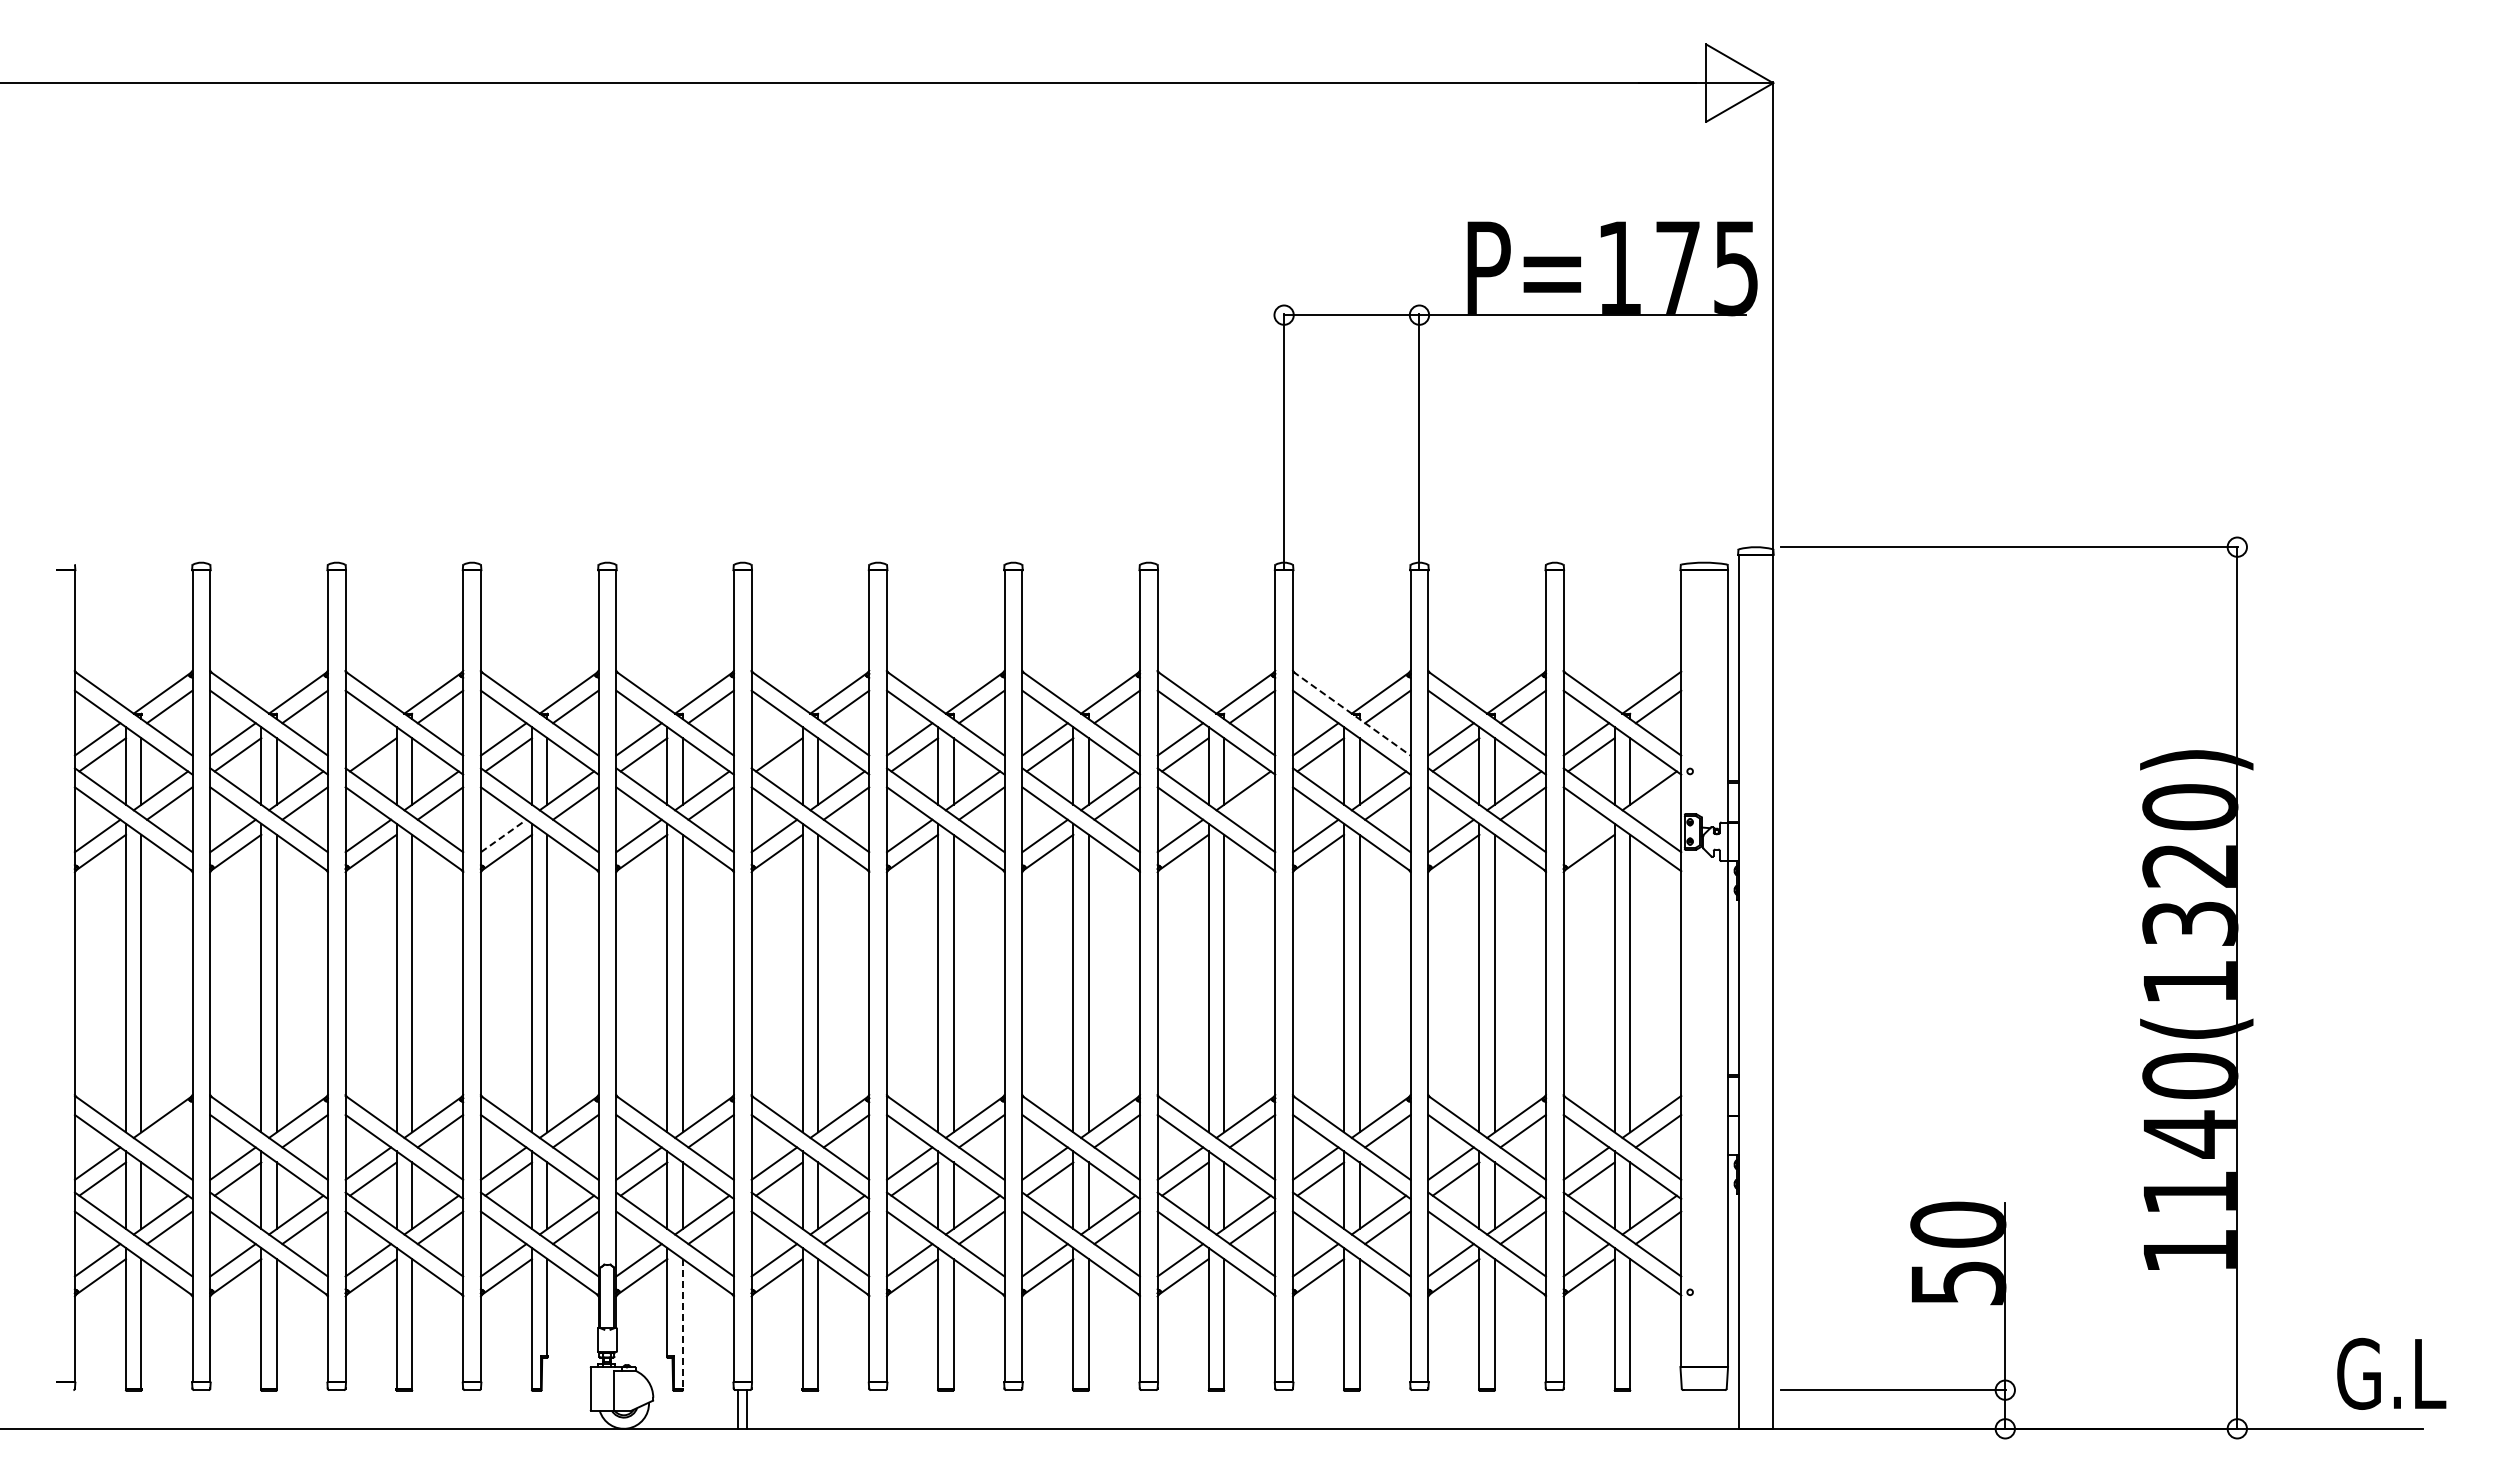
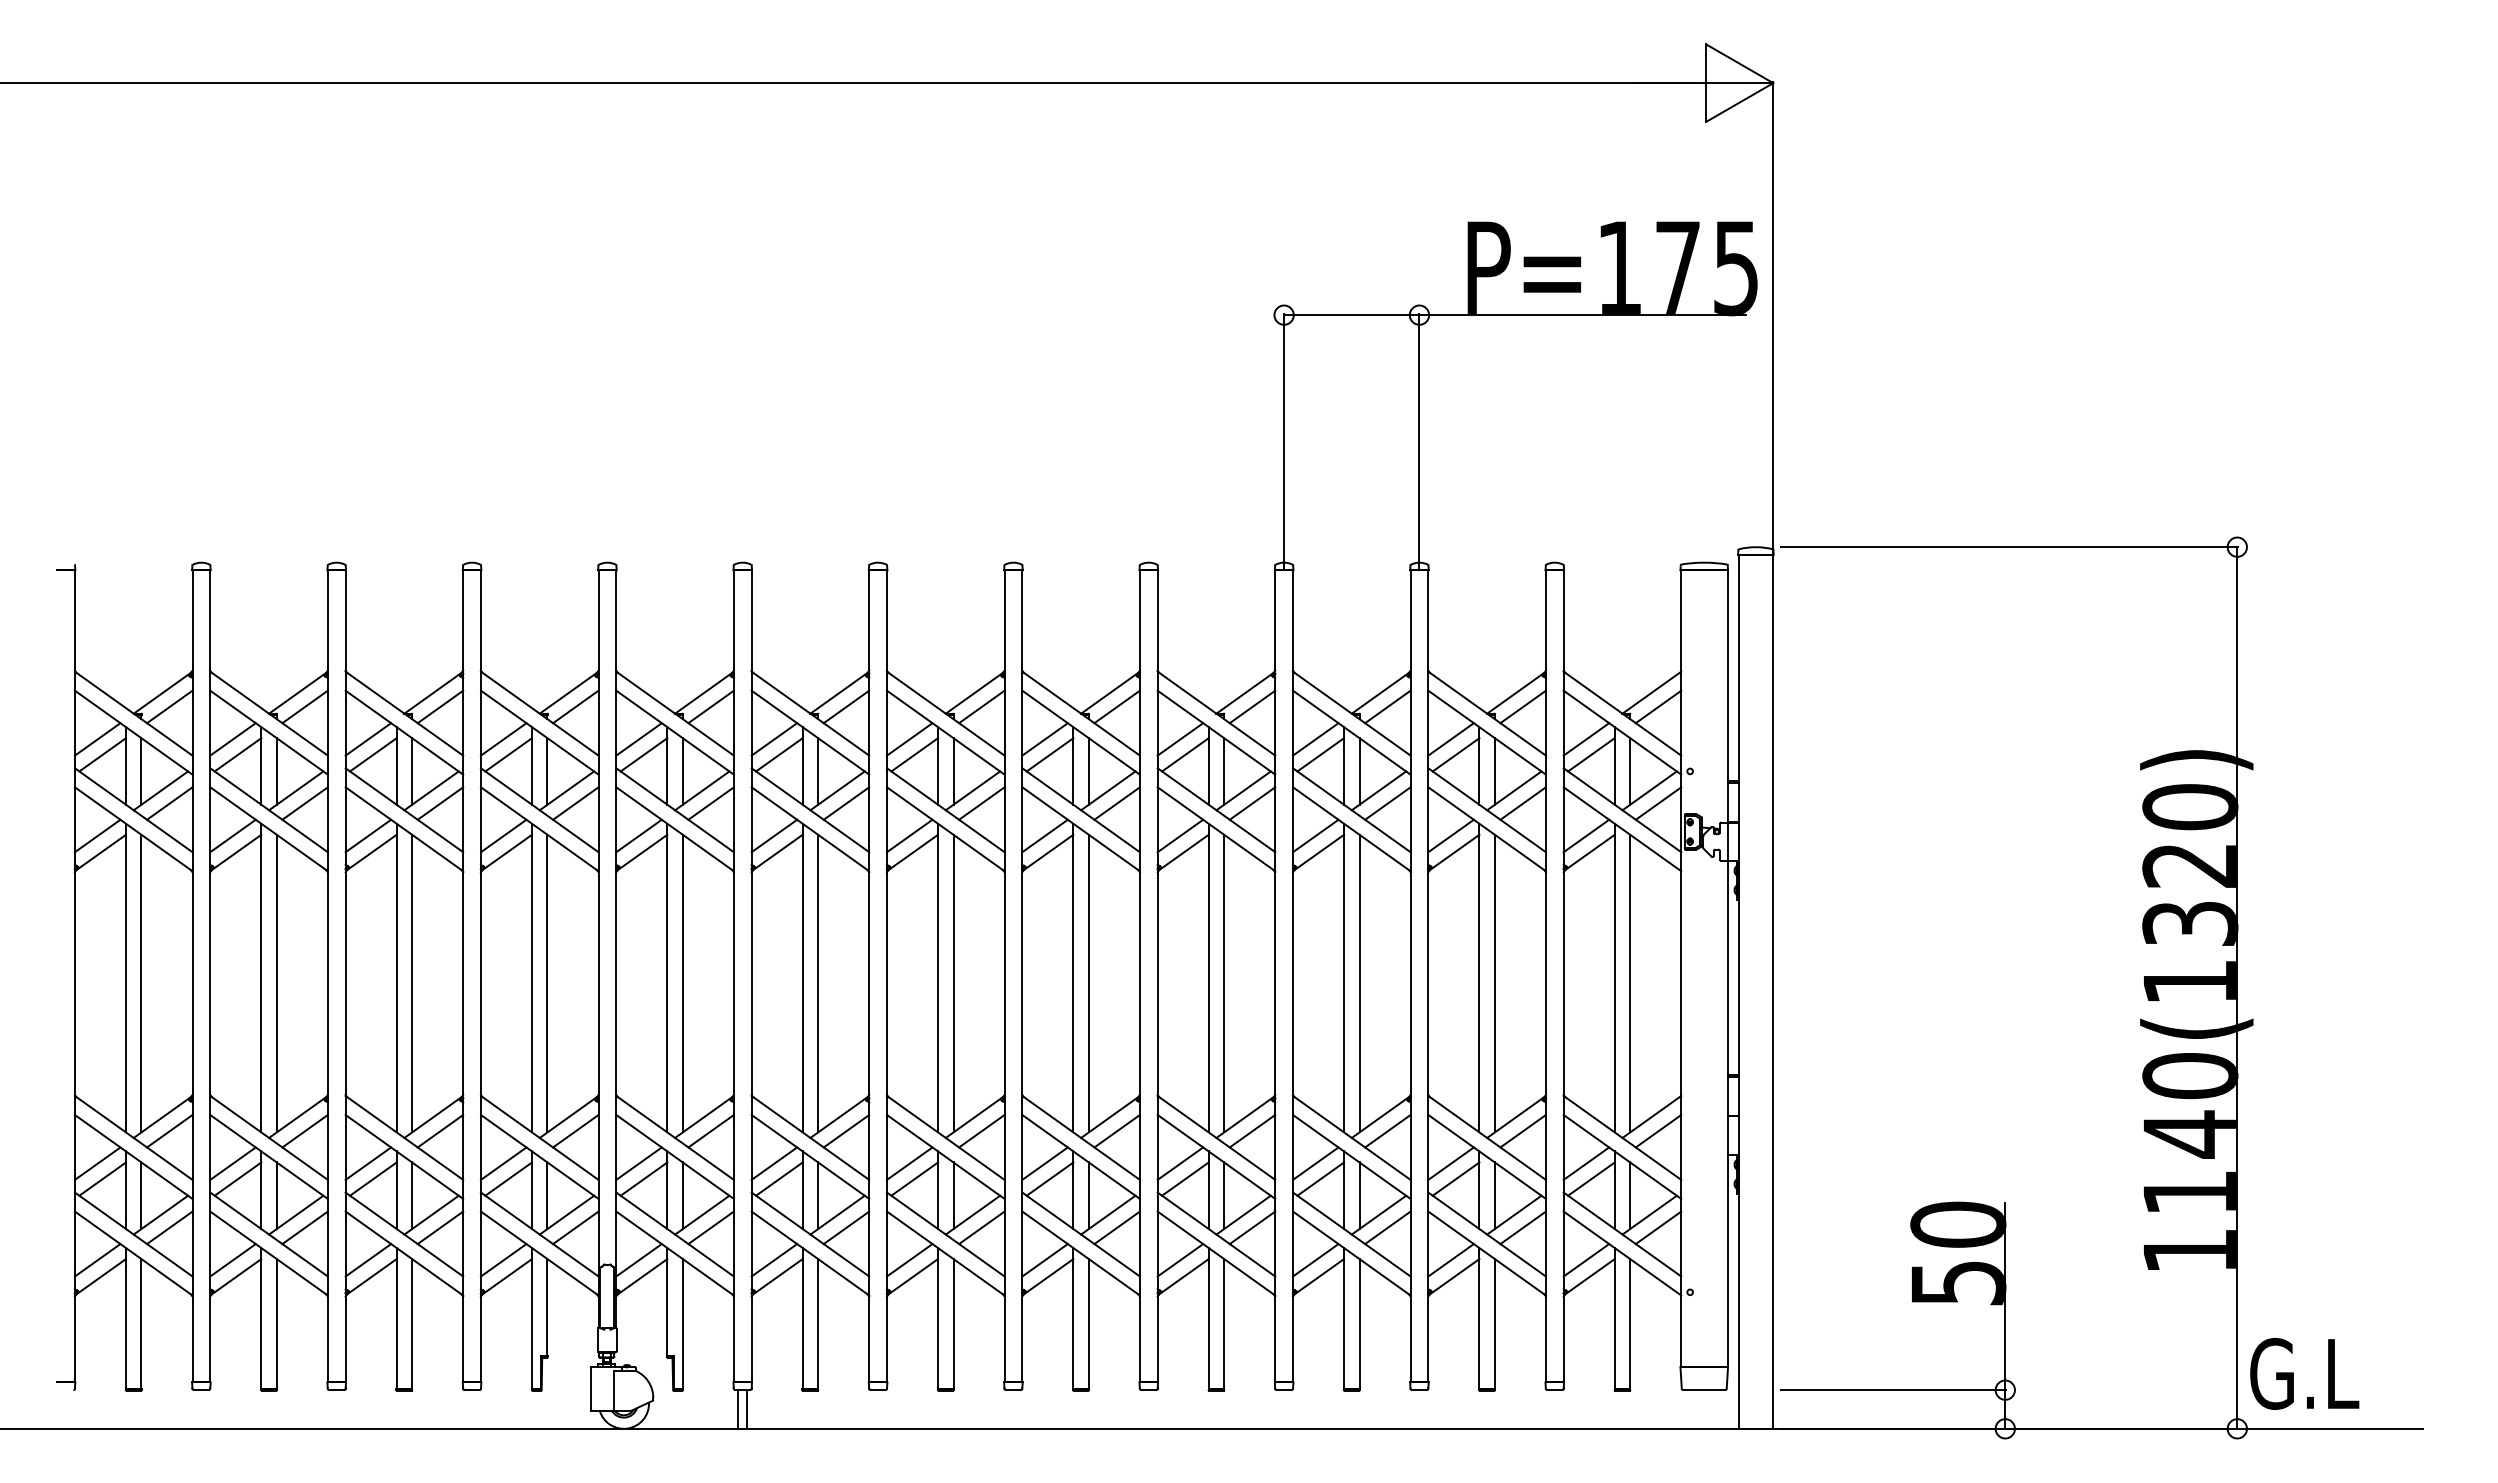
line at (1352, 713): dashed -> solid
line at (368, 739): none -> present
line at (774, 739): none -> present
line at (1252, 803): none -> present
line at (1658, 803): none -> present
line at (1586, 835): none -> present
line at (503, 836): dashed -> solid
line at (169, 1131): none -> present
line at (682, 1323): dashed -> solid
text at (2391, 1373) position: (2391, 1373) -> (2304, 1373)
